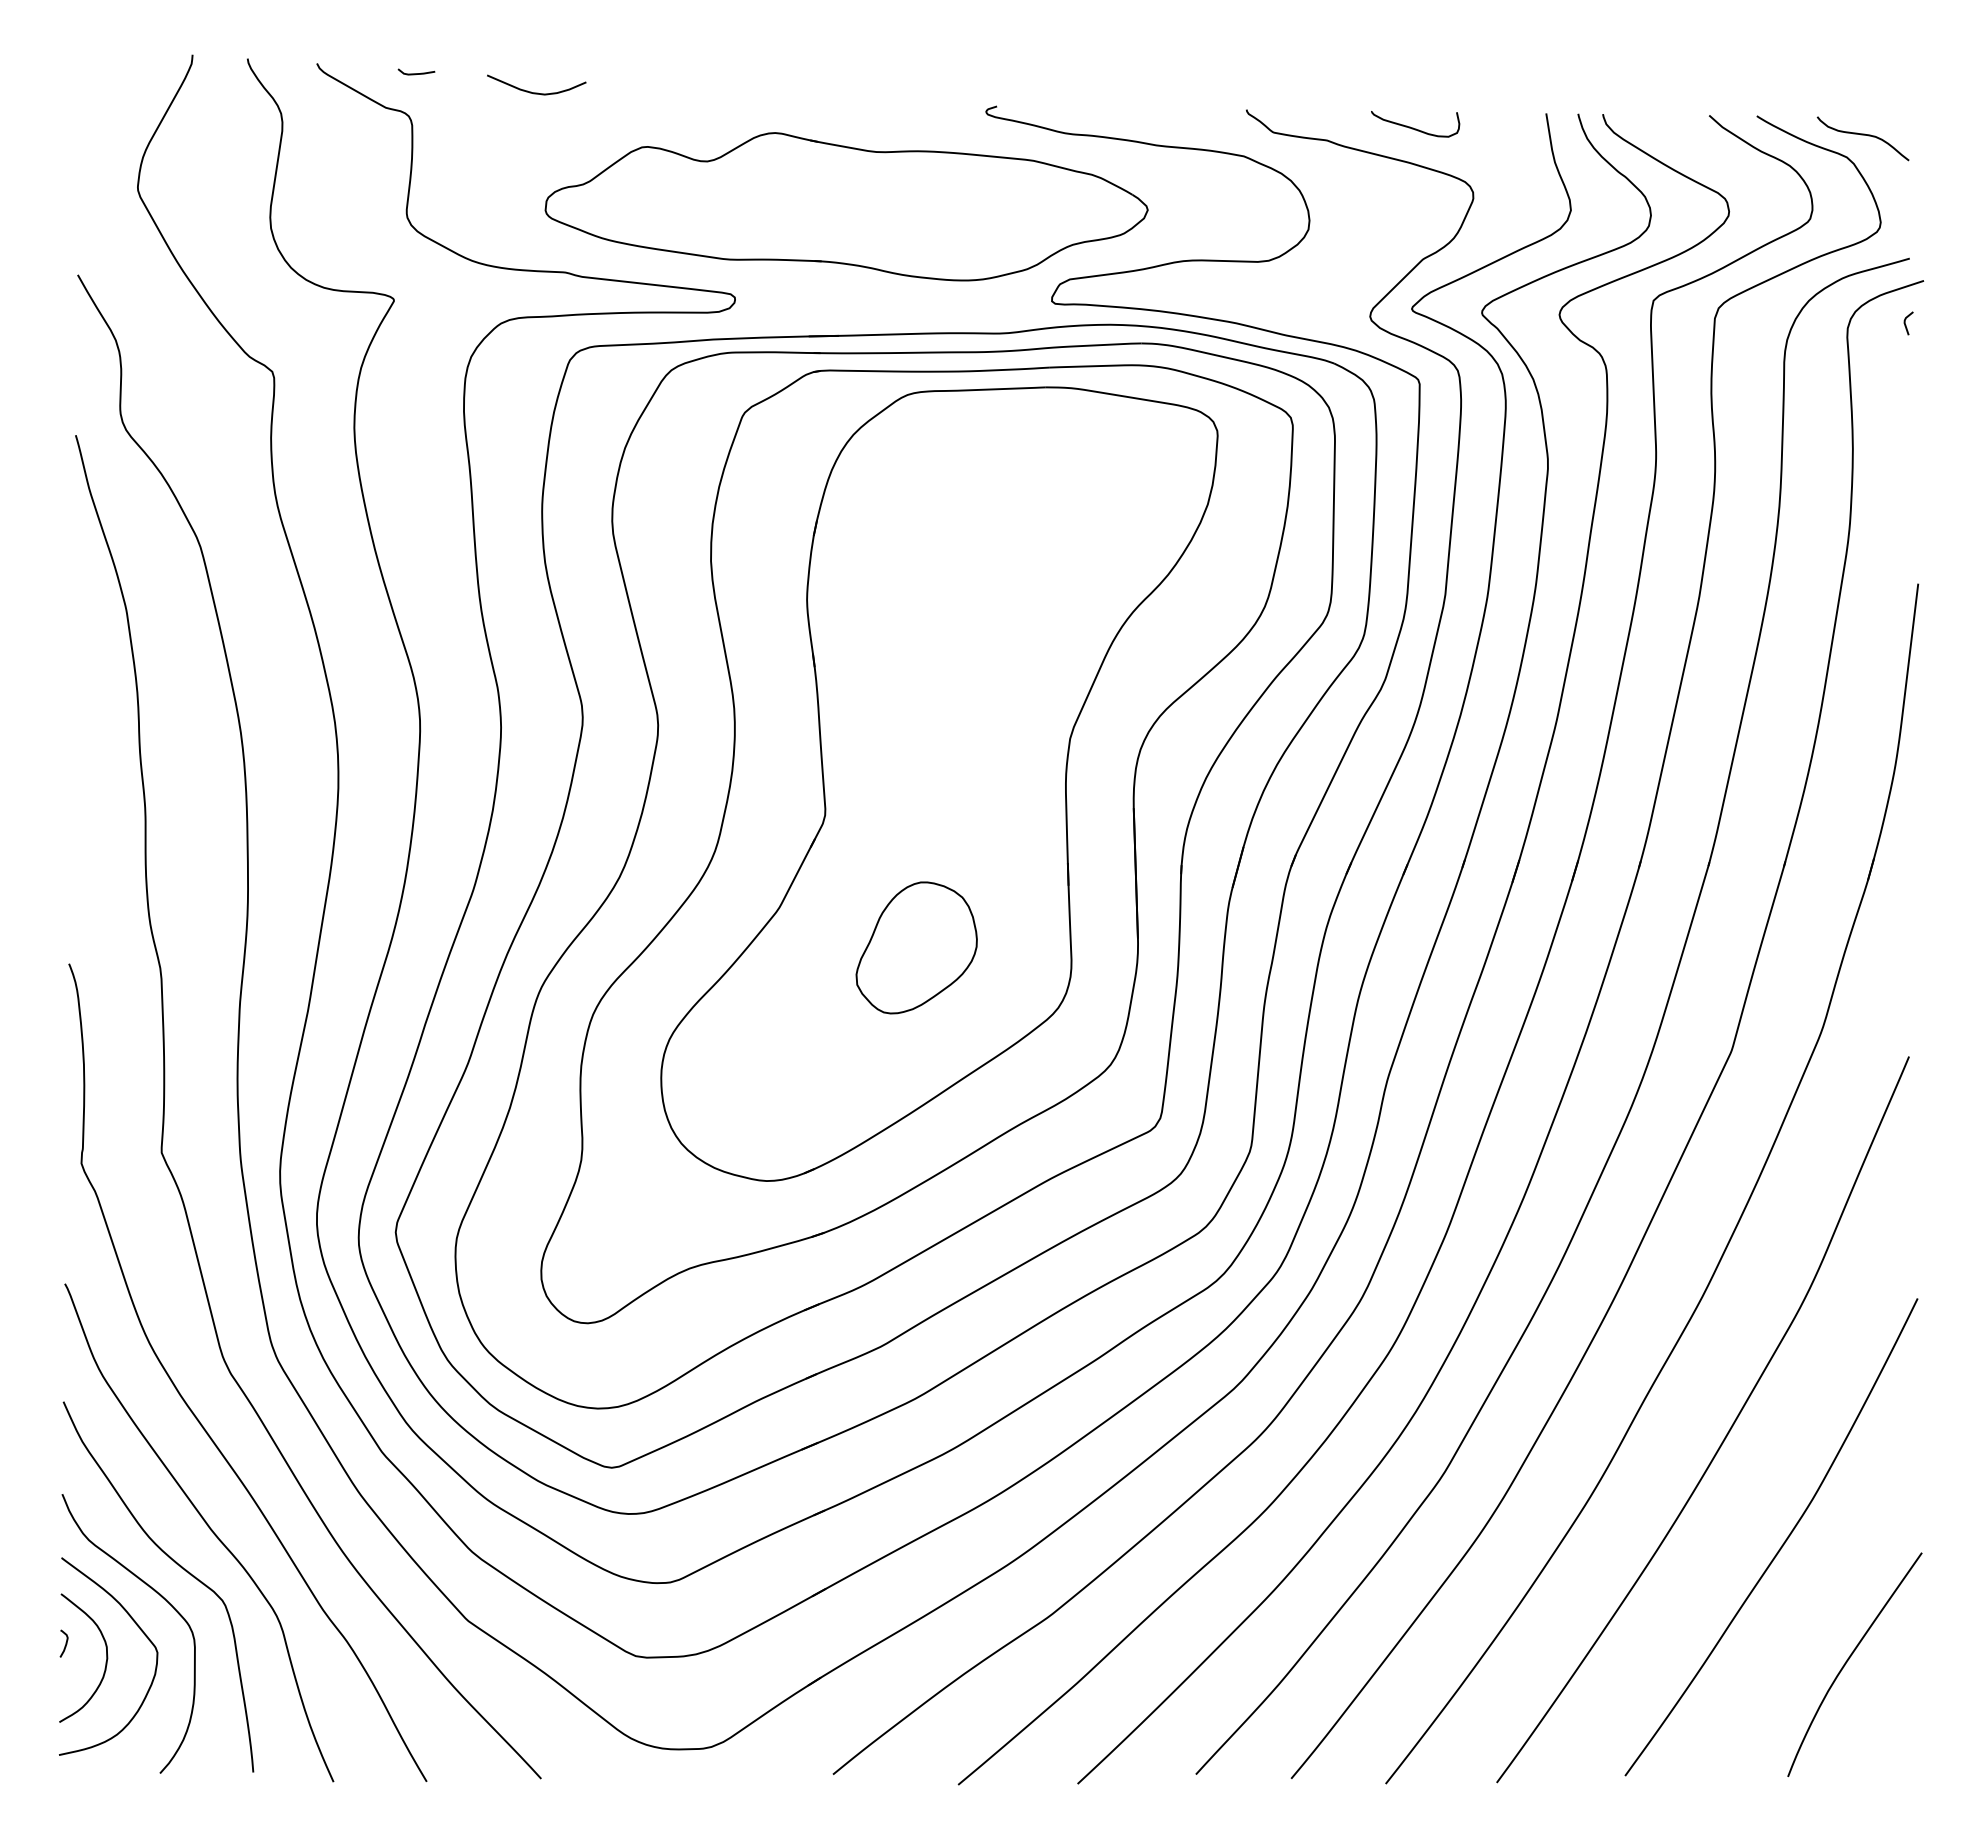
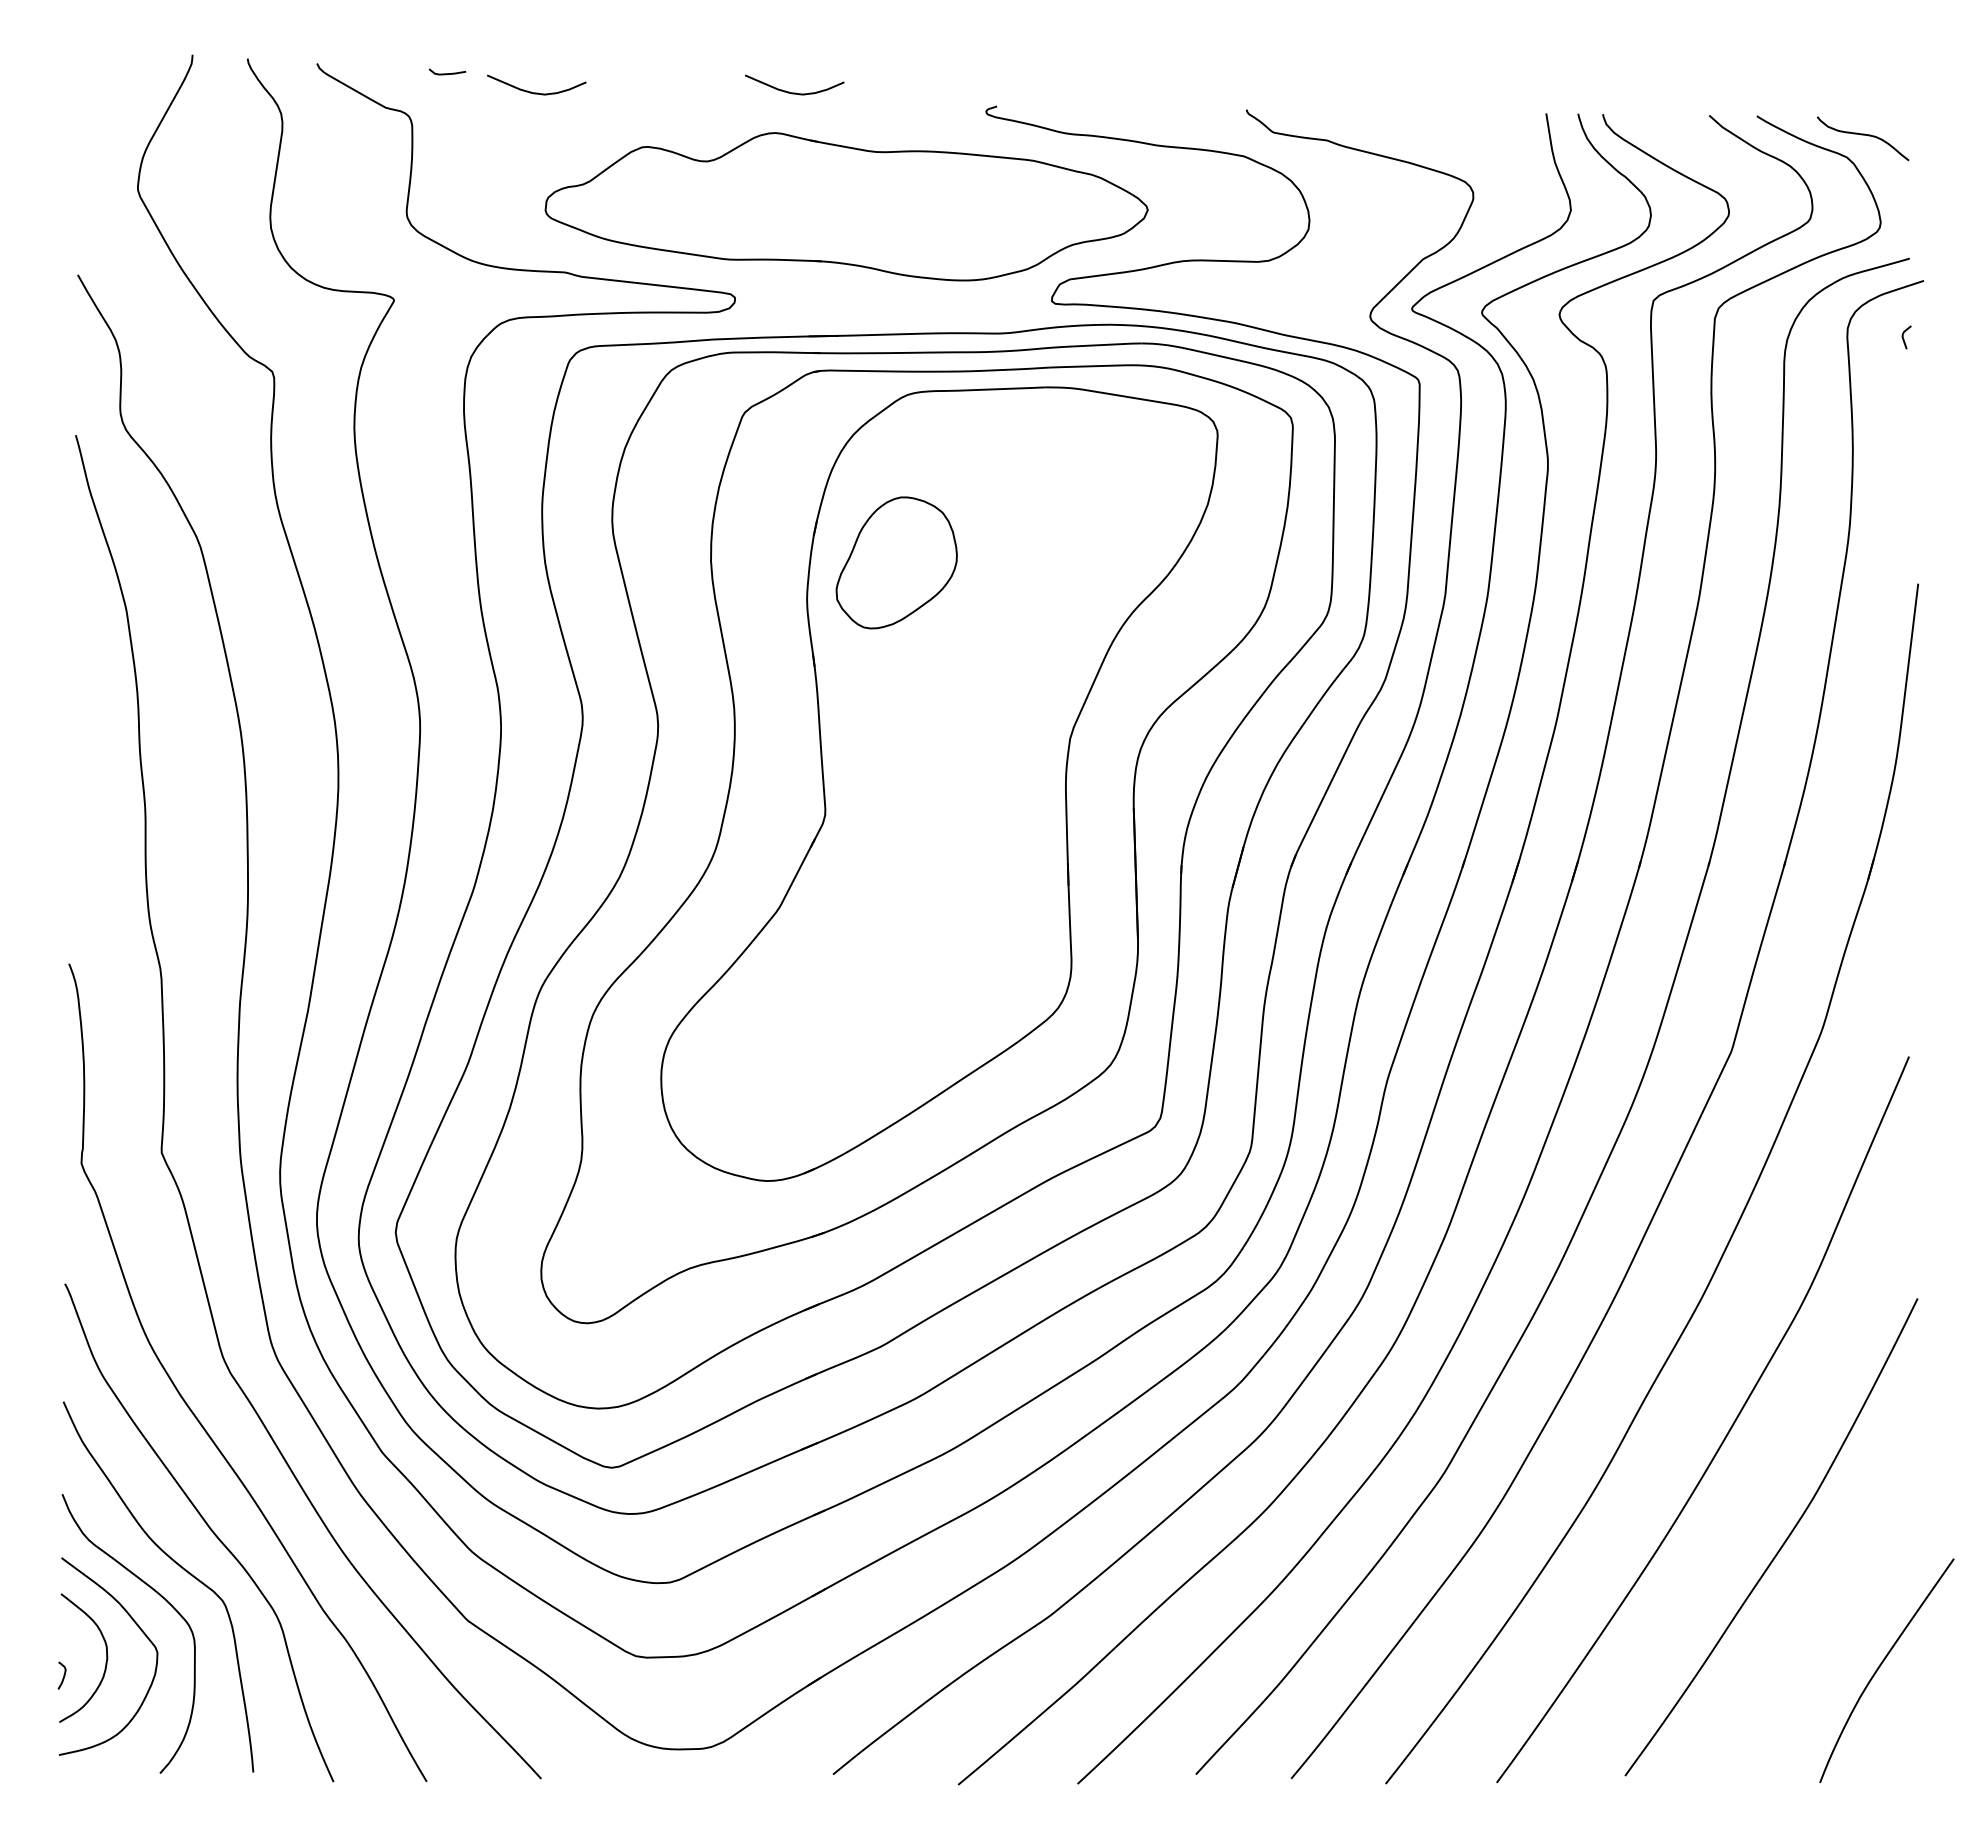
curve at (416, 73) position: (416, 73) -> (447, 73)
curve at (794, 92): none -> present
curve at (1413, 127): present -> none
line at (1906, 325) position: (1906, 325) -> (1904, 339)
part at (916, 947) position: (916, 947) -> (896, 562)
curve at (65, 1643) position: (65, 1643) -> (63, 1675)
curve at (1849, 1659) position: (1849, 1659) -> (1881, 1665)
